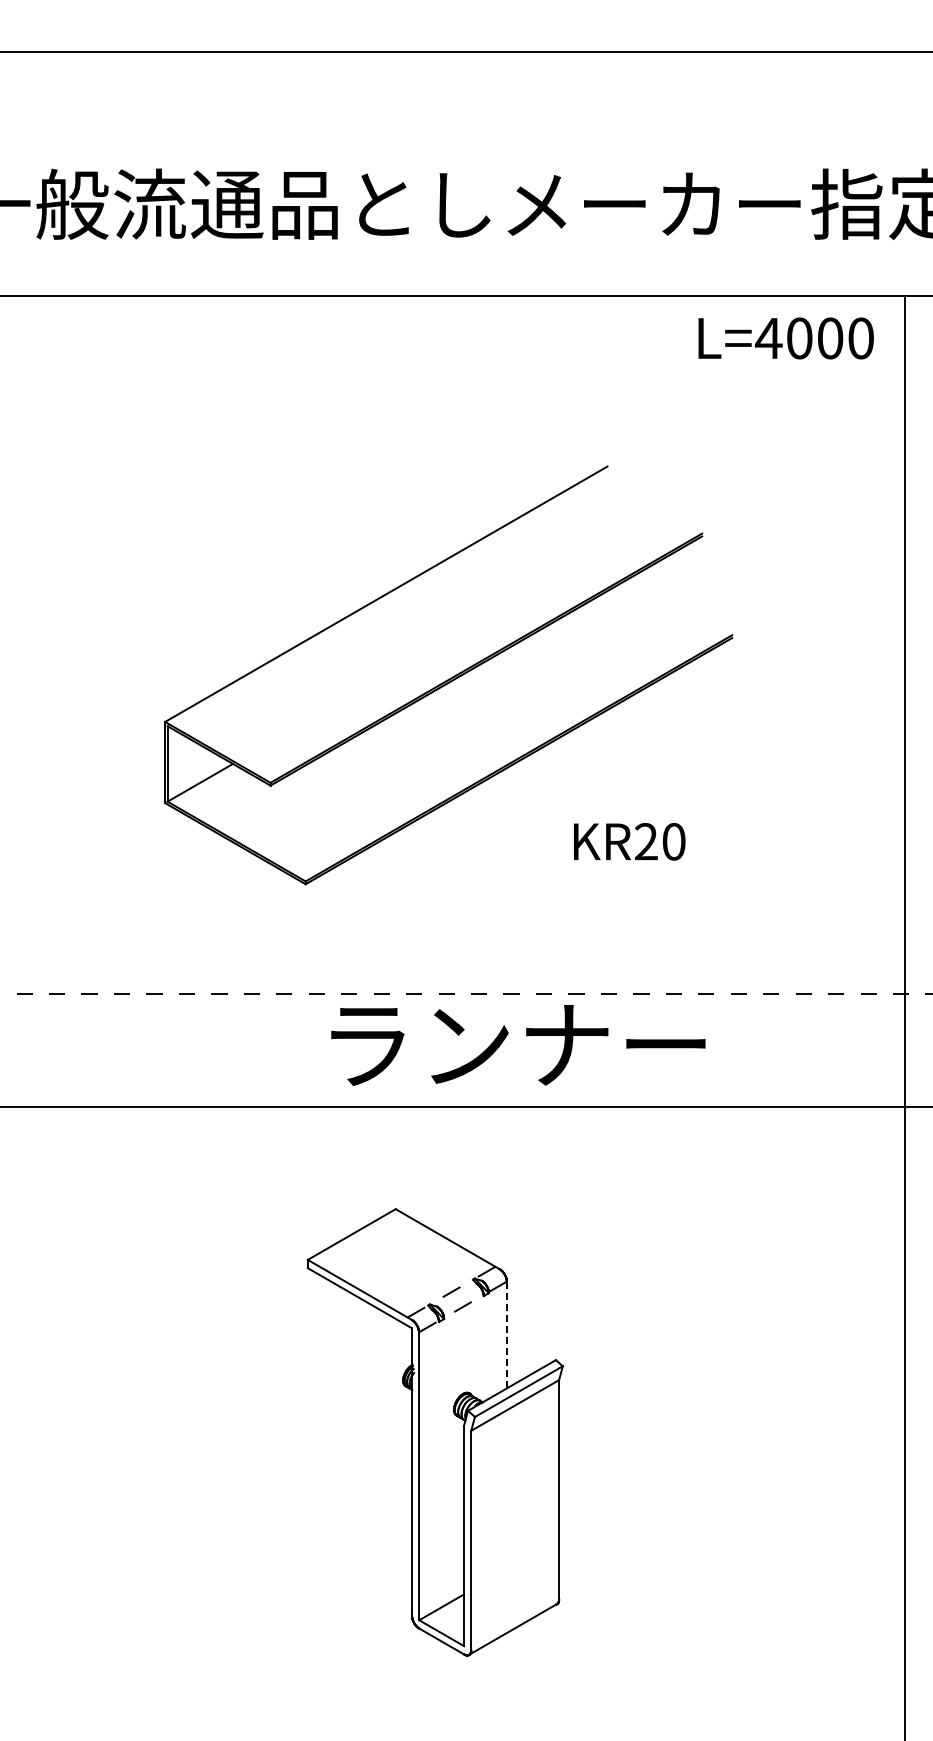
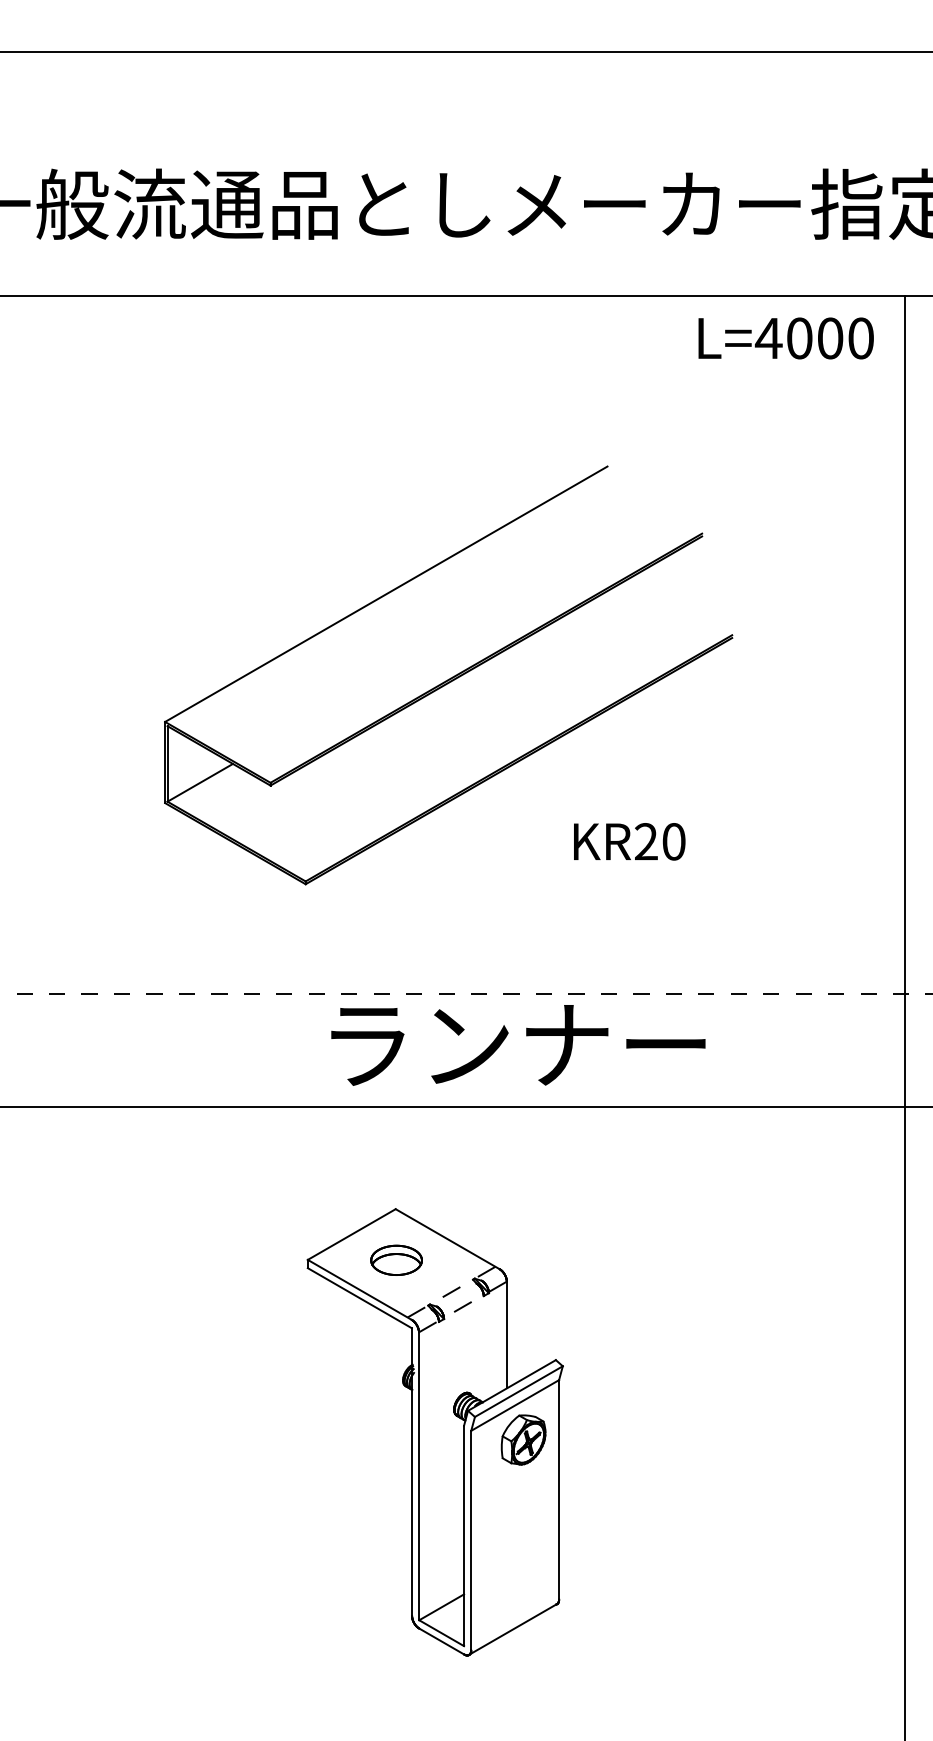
part at (396, 1259): none -> present
line at (506, 1334): dashed -> solid
part at (523, 1439): none -> present
